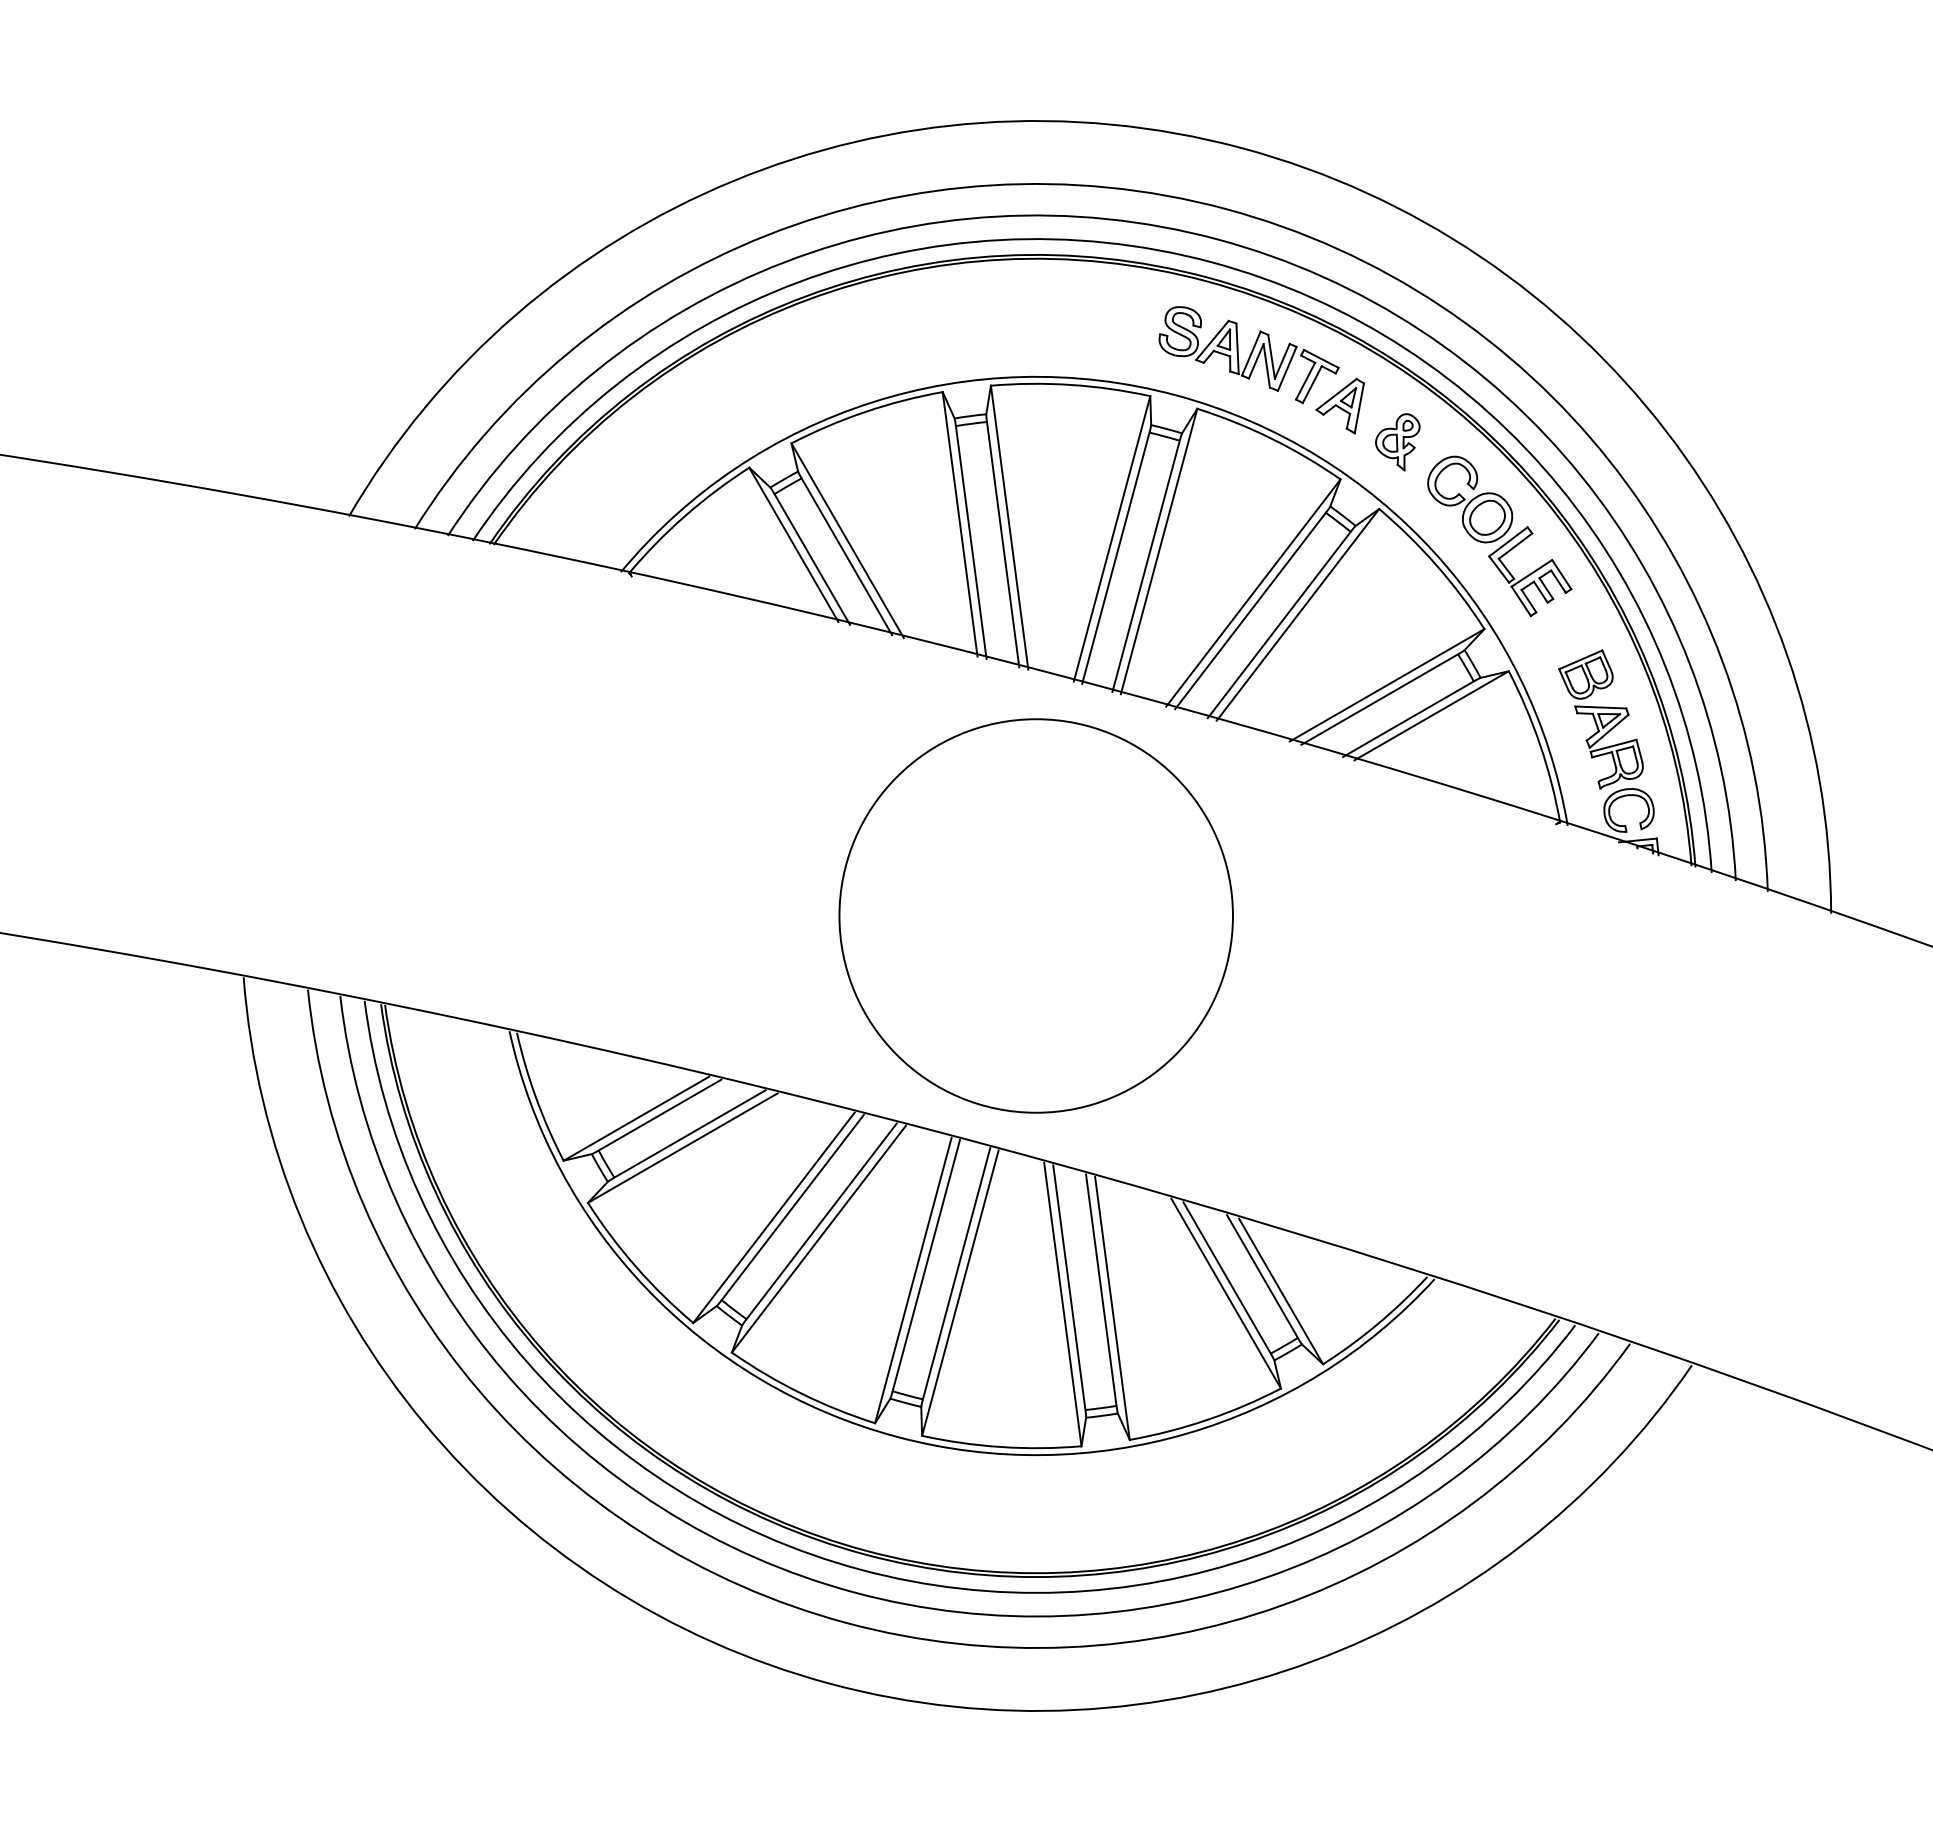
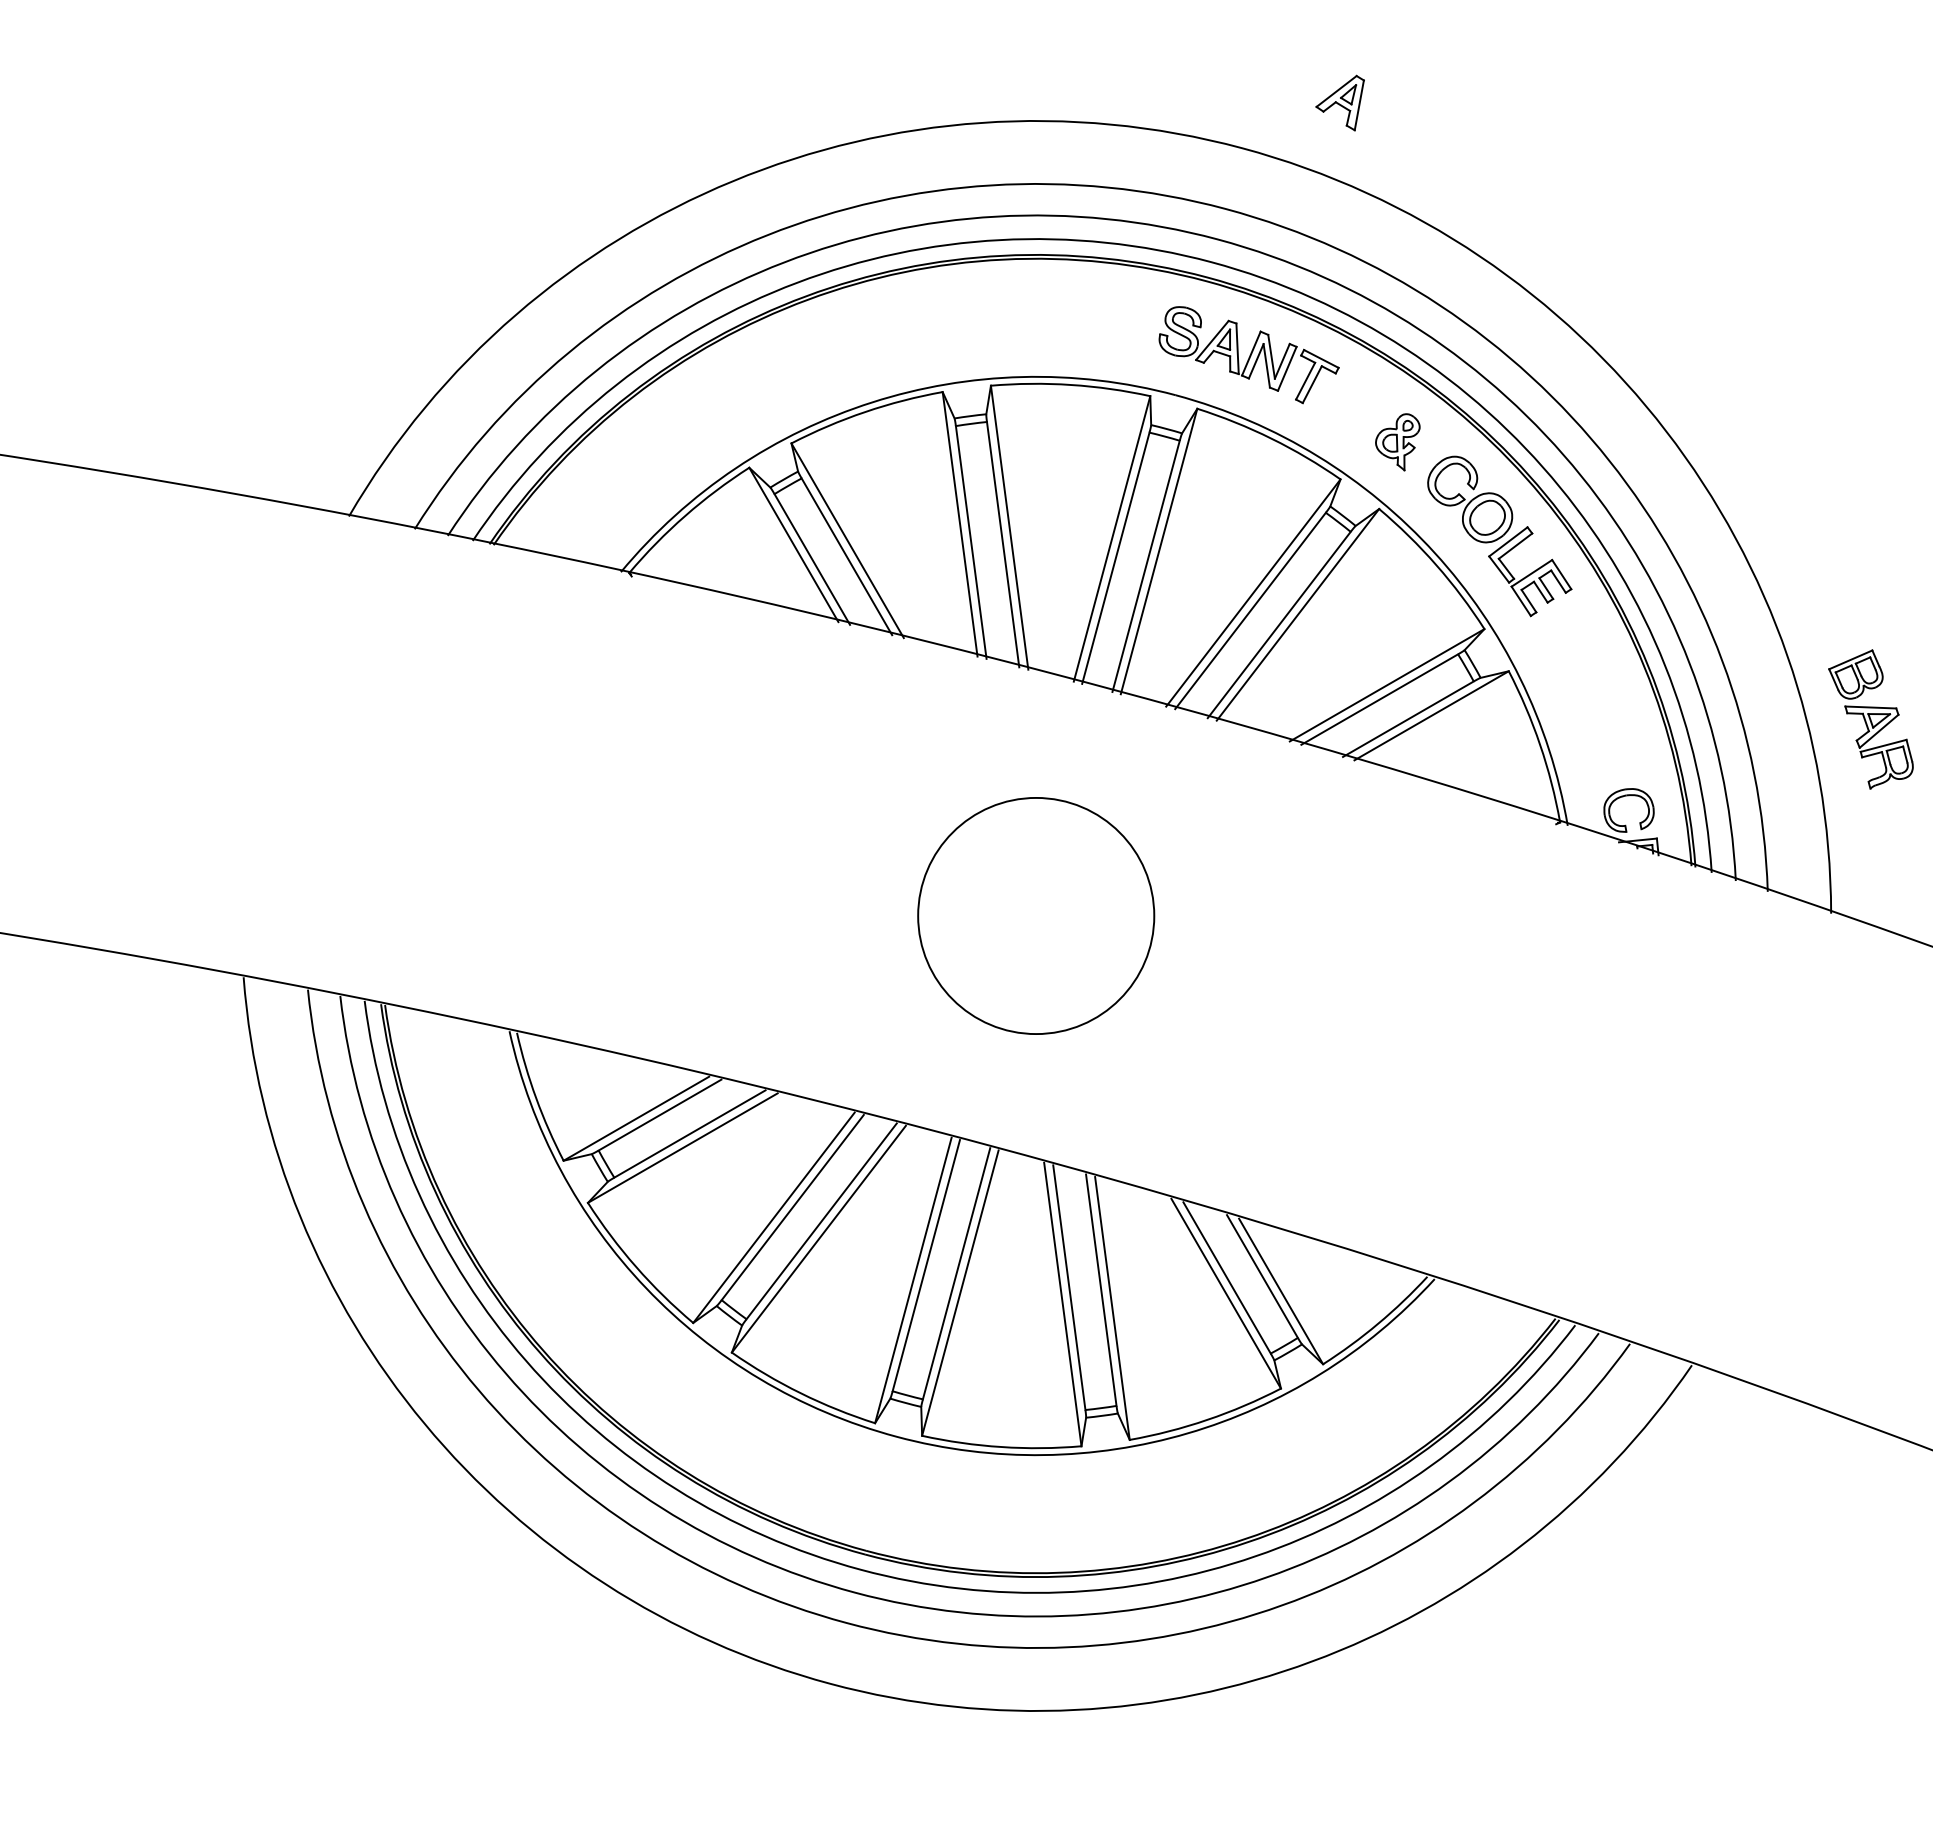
part at (1339, 405) position: (1339, 405) -> (1339, 102)
part at (1600, 719) position: (1600, 719) -> (1870, 719)
circle at (1035, 915) diameter: 394 px -> 236 px
